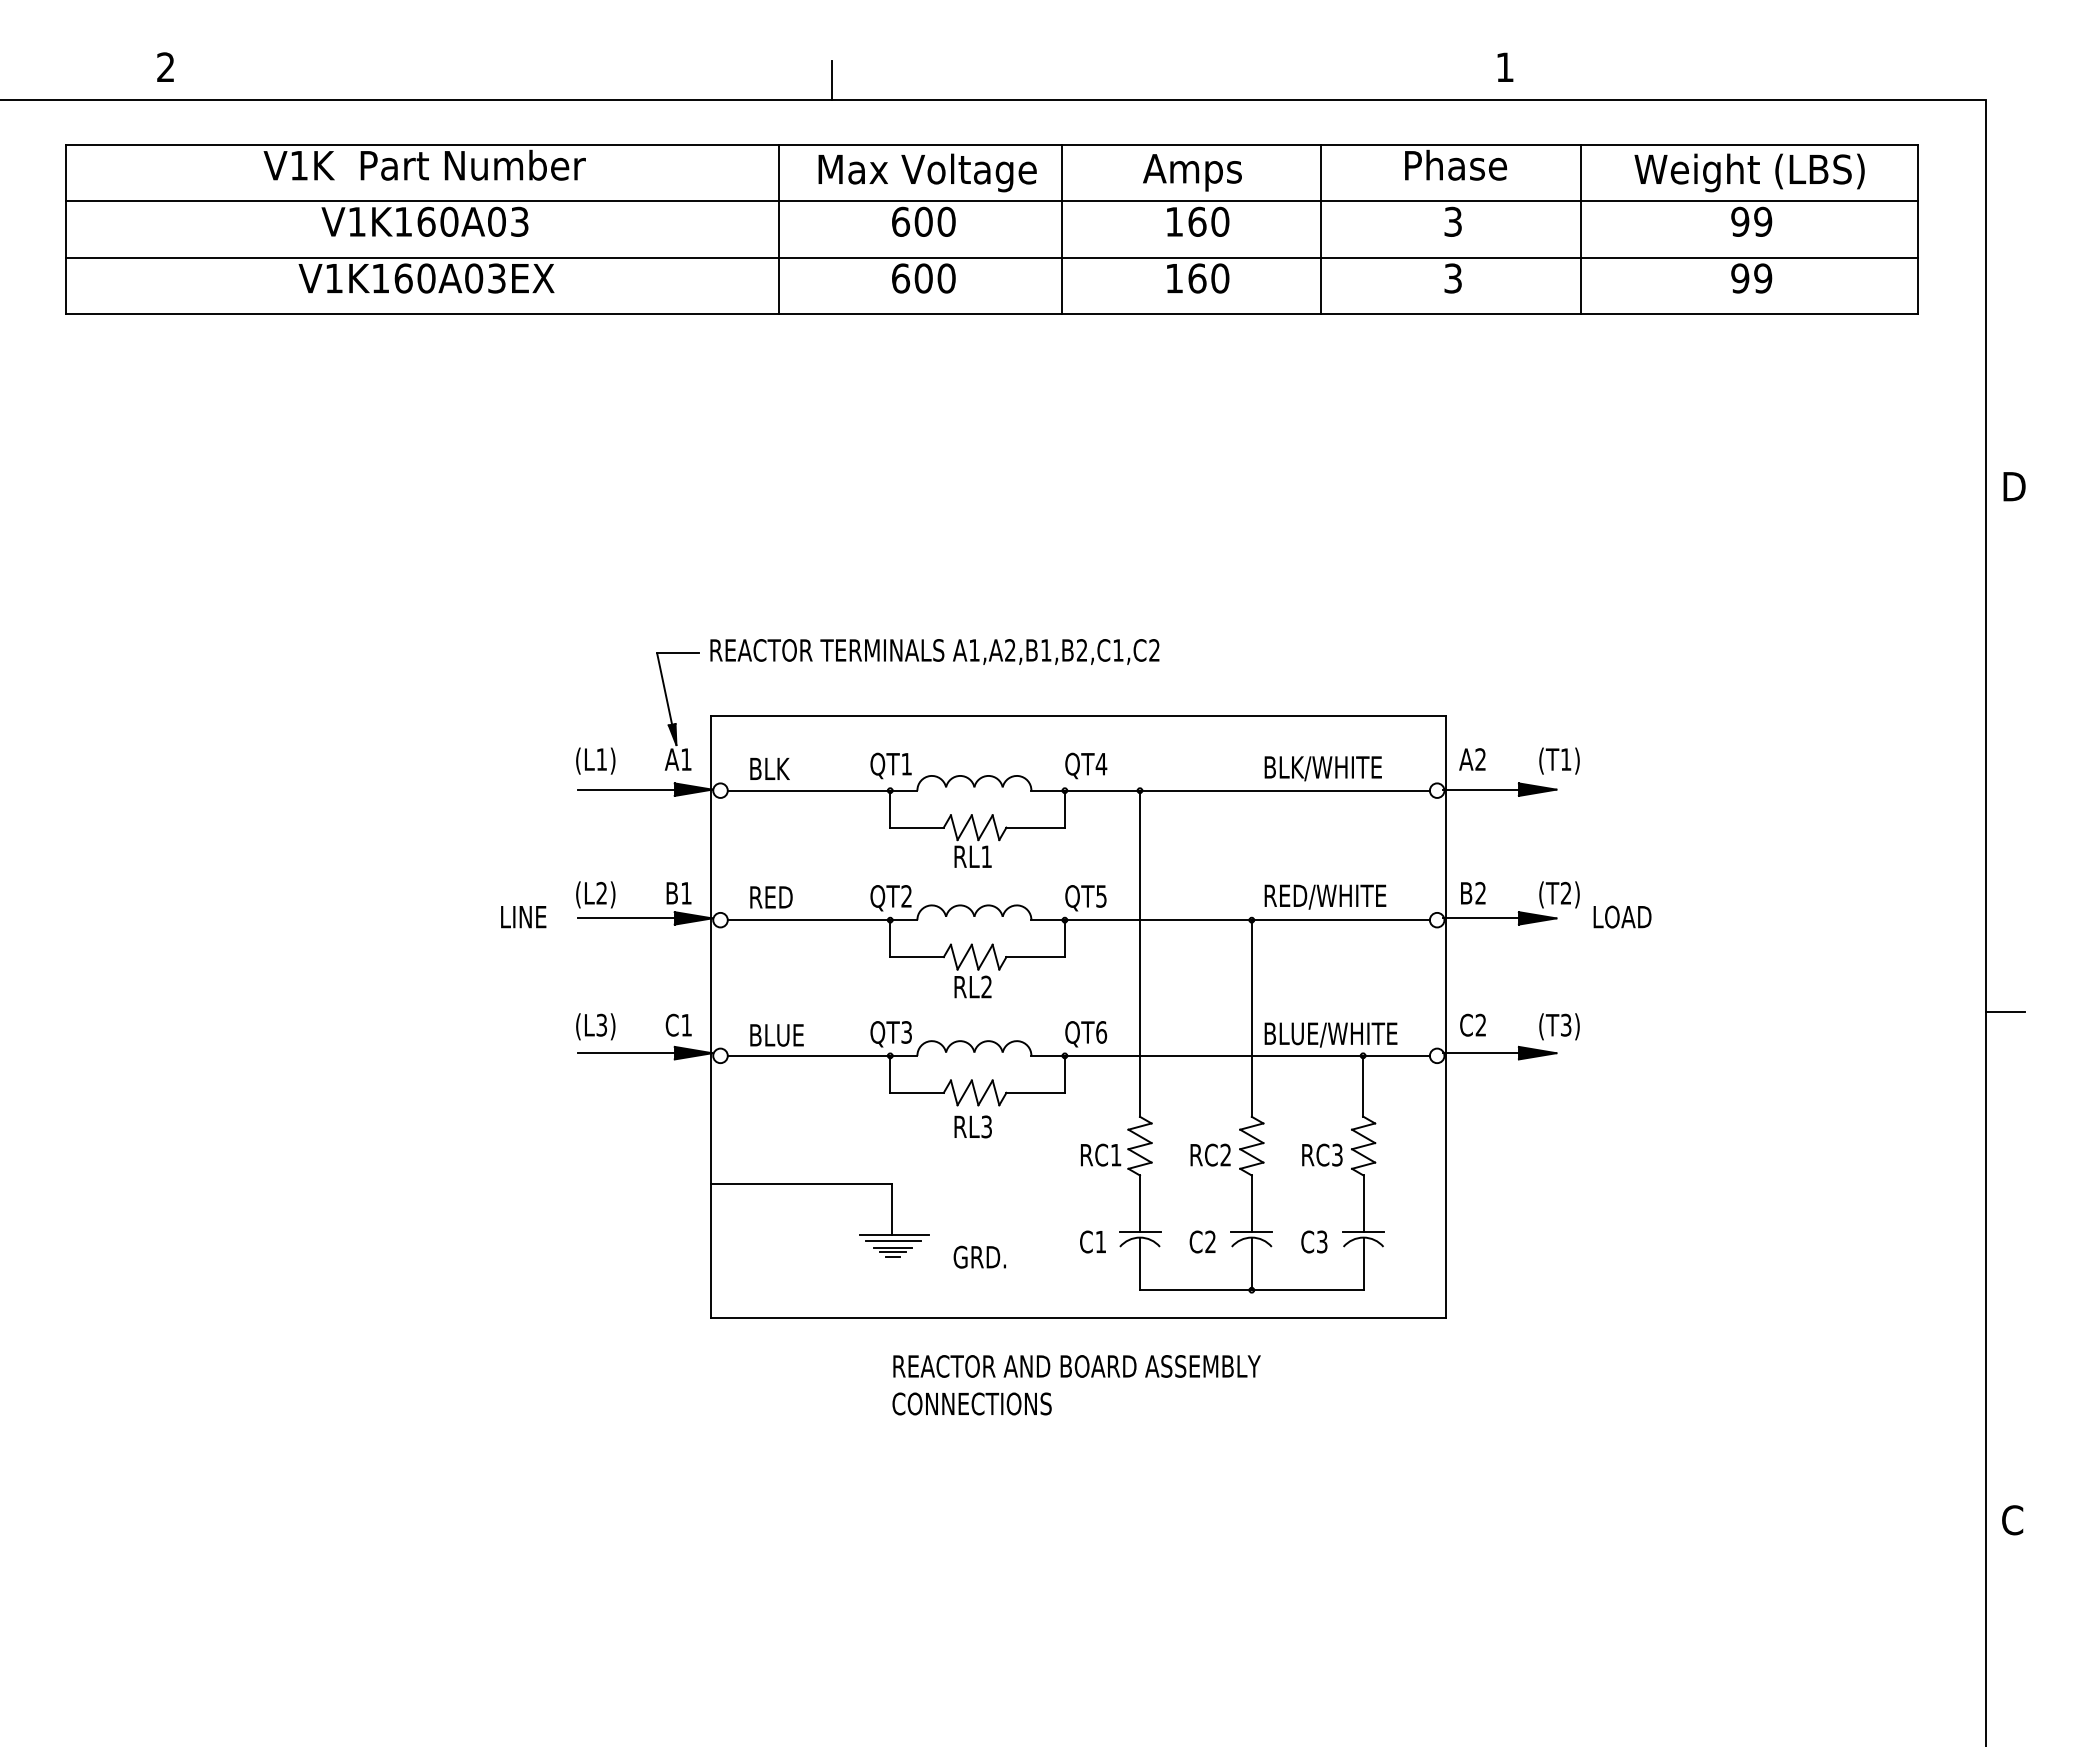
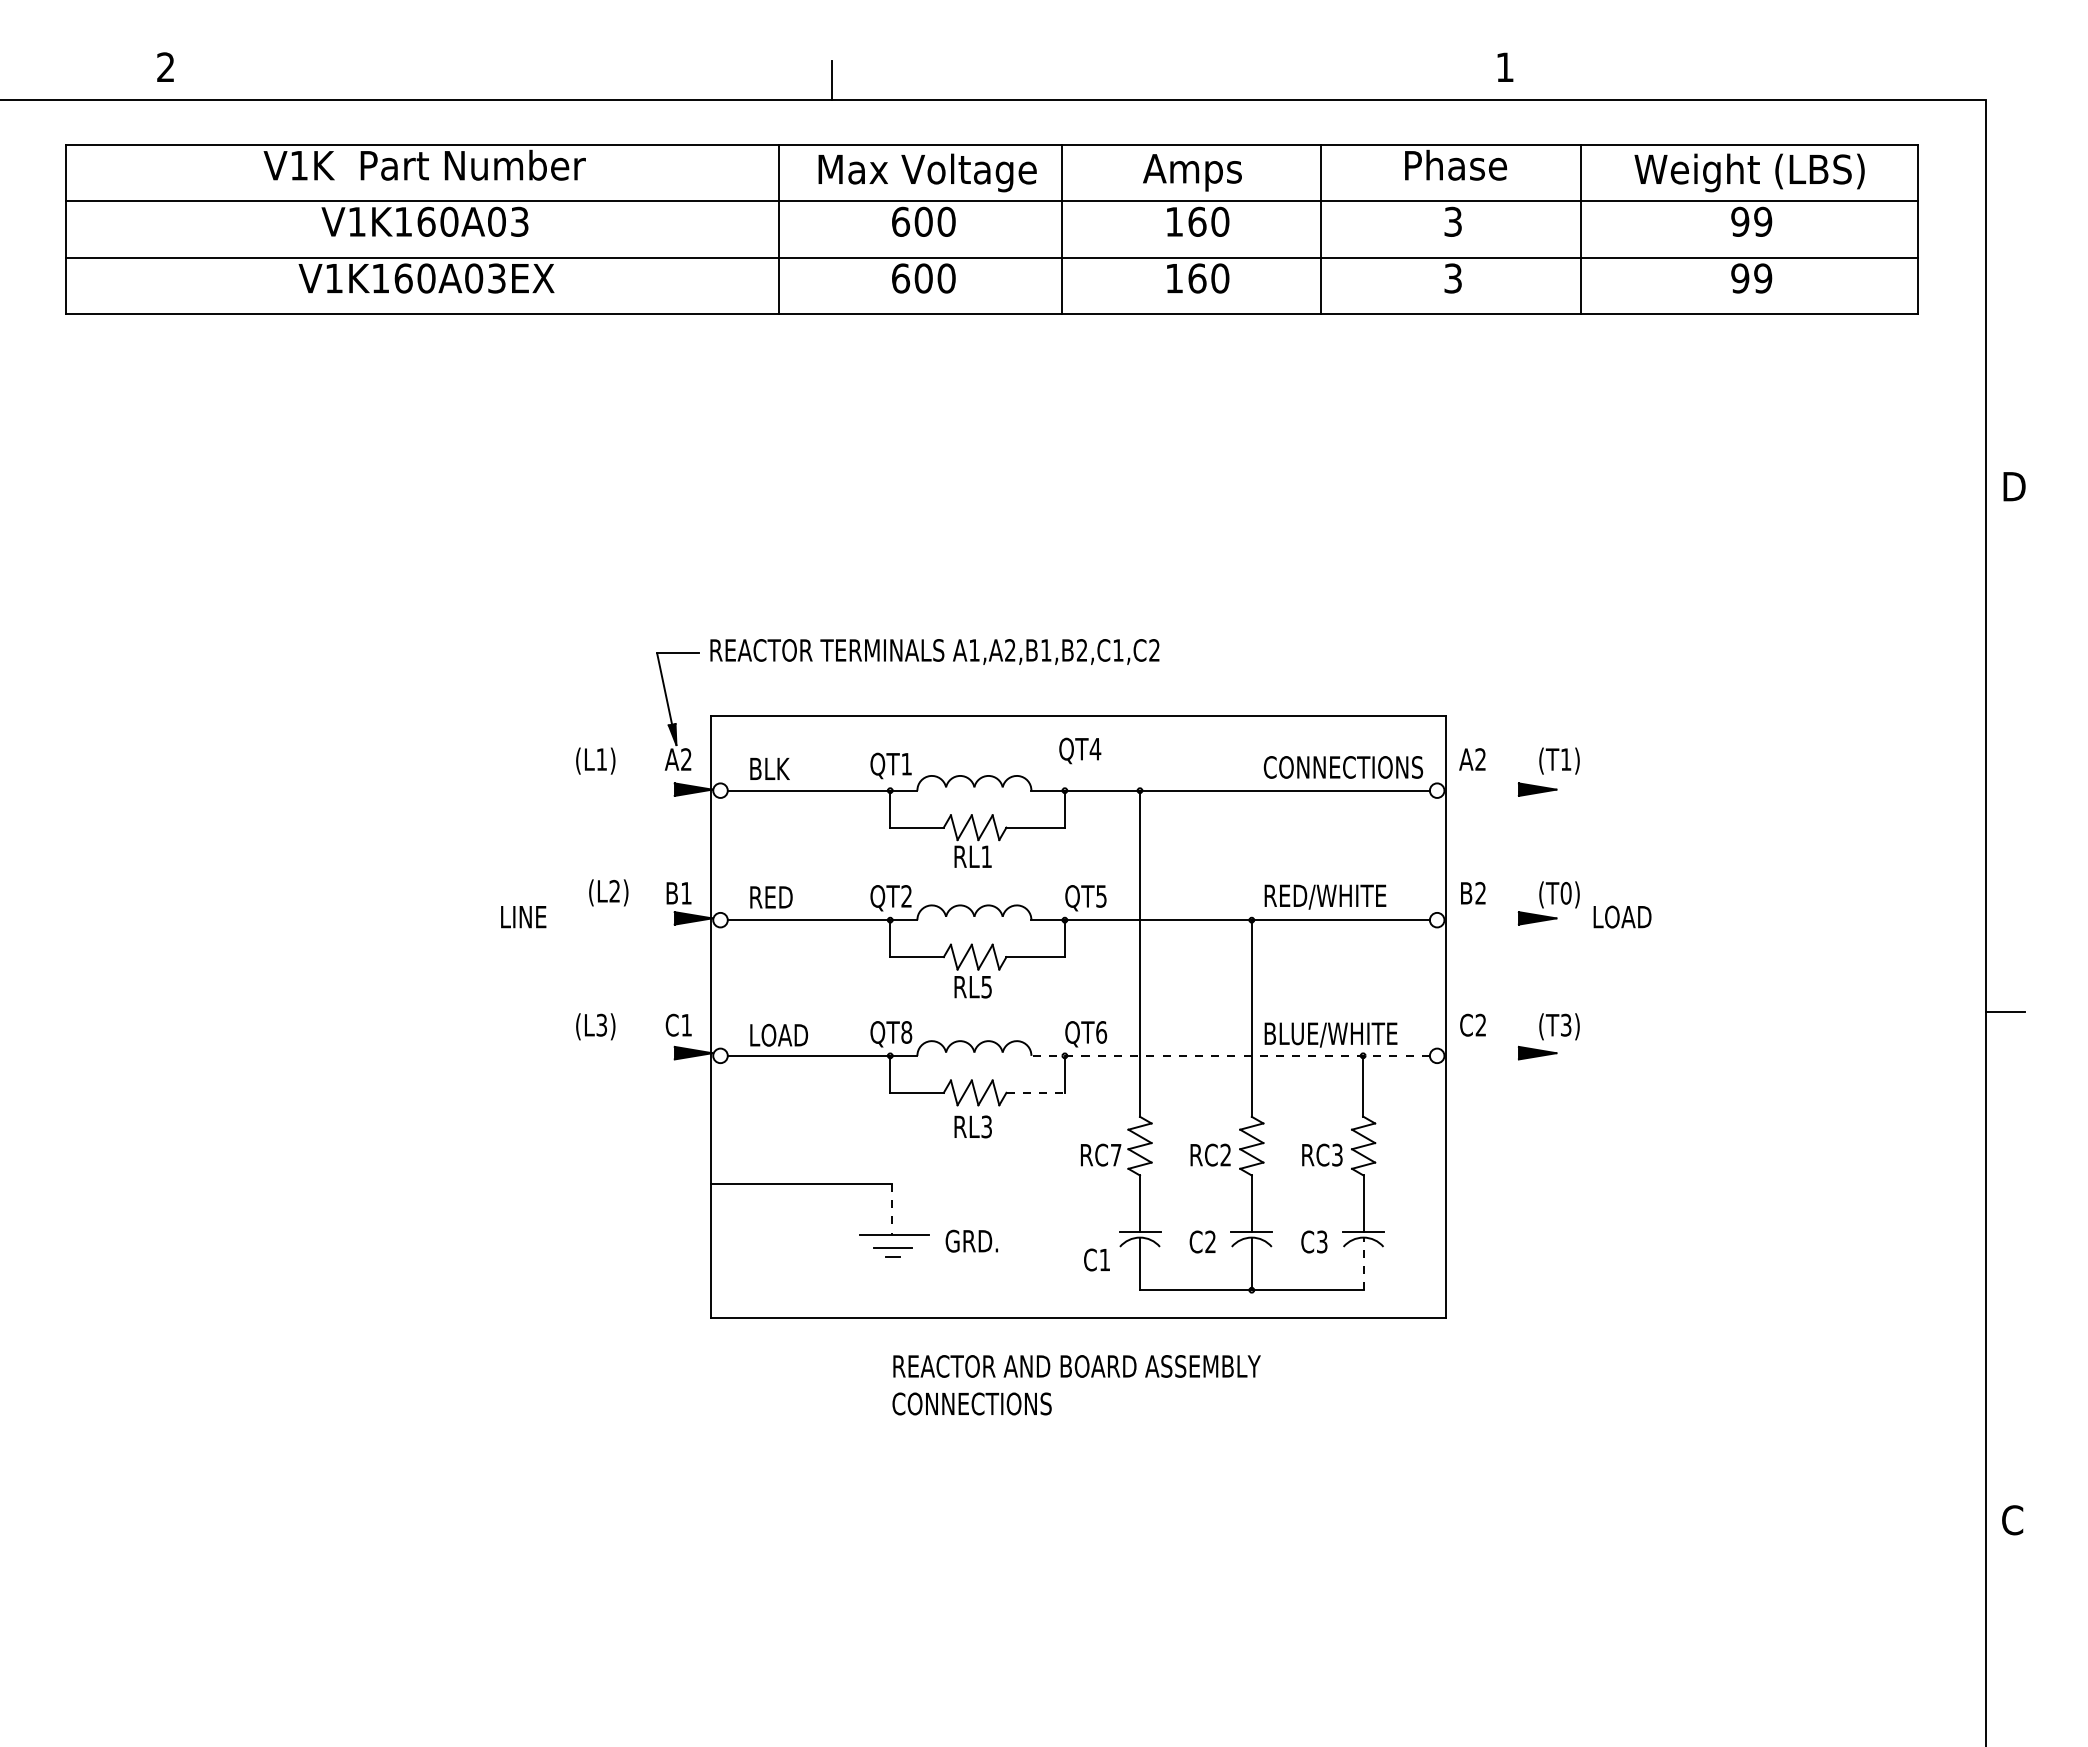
text at (686, 759): A1 -> A2
text at (1086, 765) position: (1086, 765) -> (1080, 750)
text at (1343, 768): BLK/WHITE -> CONNECTIONS
line at (626, 789): present -> none
line at (1480, 789): present -> none
text at (1565, 893): (T2) -> (T0)
text at (595, 894) position: (595, 894) -> (608, 892)
line at (626, 918): present -> none
line at (1480, 918): present -> none
text at (986, 986): RL2 -> RL5
text at (906, 1032): QT3 -> QT8
text at (780, 1034): BLUE -> LOAD
line at (626, 1053): present -> none
line at (1480, 1053): present -> none
line at (1230, 1055): solid -> dashed
line at (1036, 1092): solid -> dashed
text at (1116, 1155): RC1 -> RC7
line at (892, 1209): solid -> dashed
line at (893, 1241): present -> none
text at (1092, 1241) position: (1092, 1241) -> (1096, 1259)
line at (893, 1251): present -> none
text at (979, 1256) position: (979, 1256) -> (971, 1240)
line at (1363, 1263): solid -> dashed
